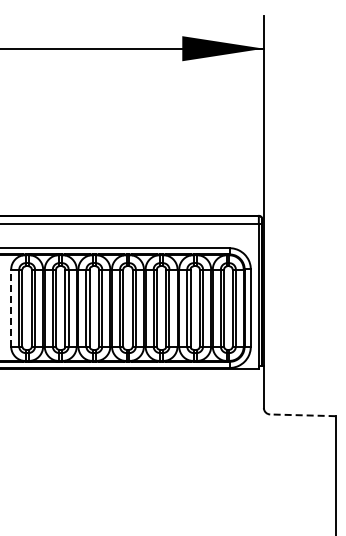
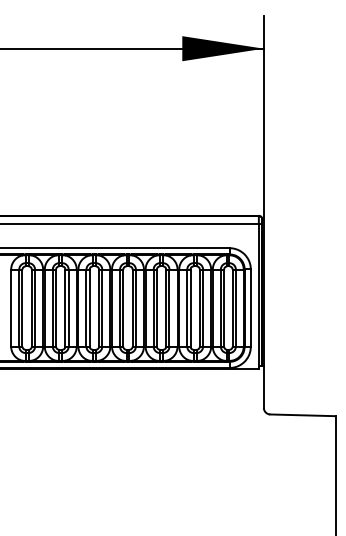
line at (11, 307): dashed -> solid
line at (302, 415): dashed -> solid
